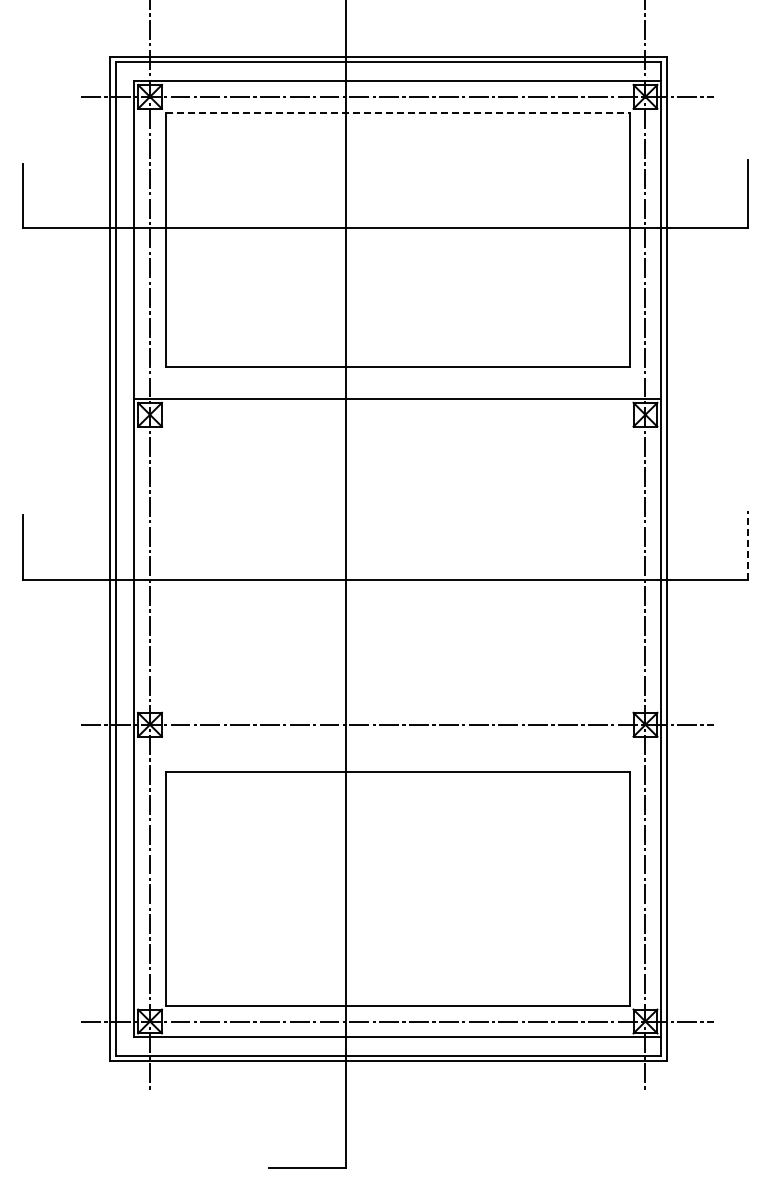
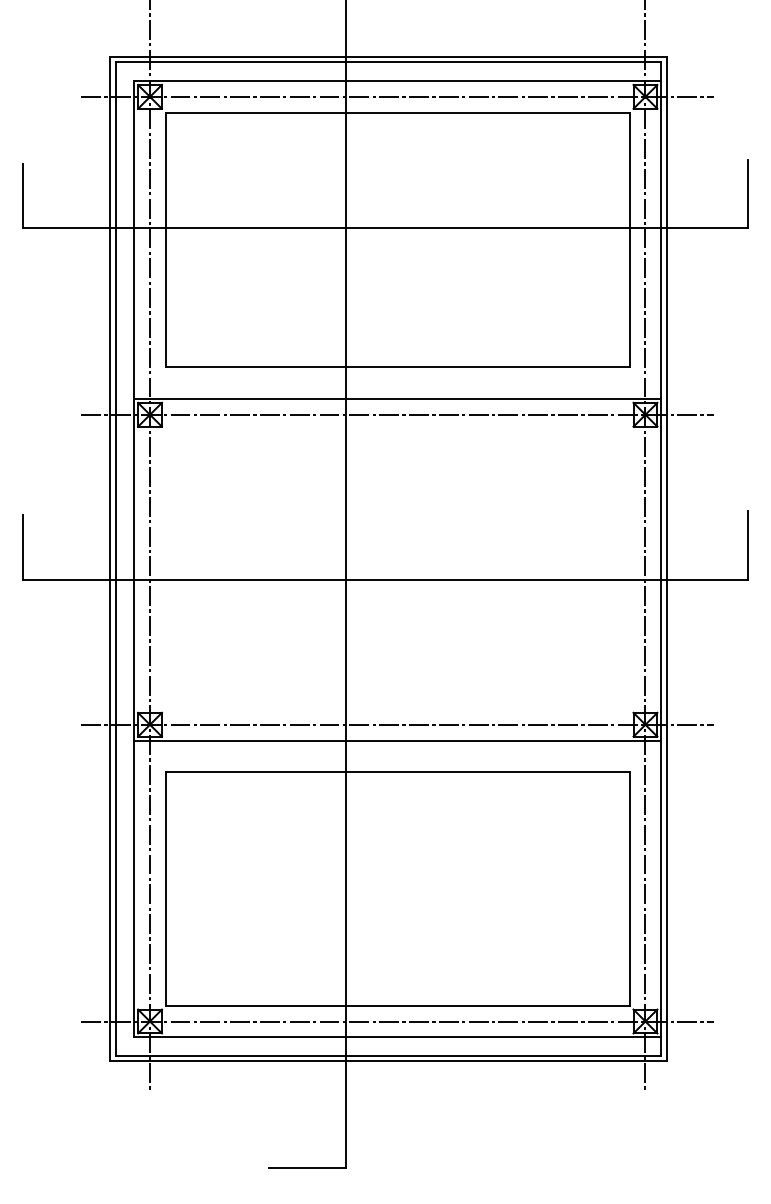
line at (397, 112): dashed -> solid
line at (397, 414): none -> present
line at (747, 545): dashed -> solid
line at (397, 740): none -> present
